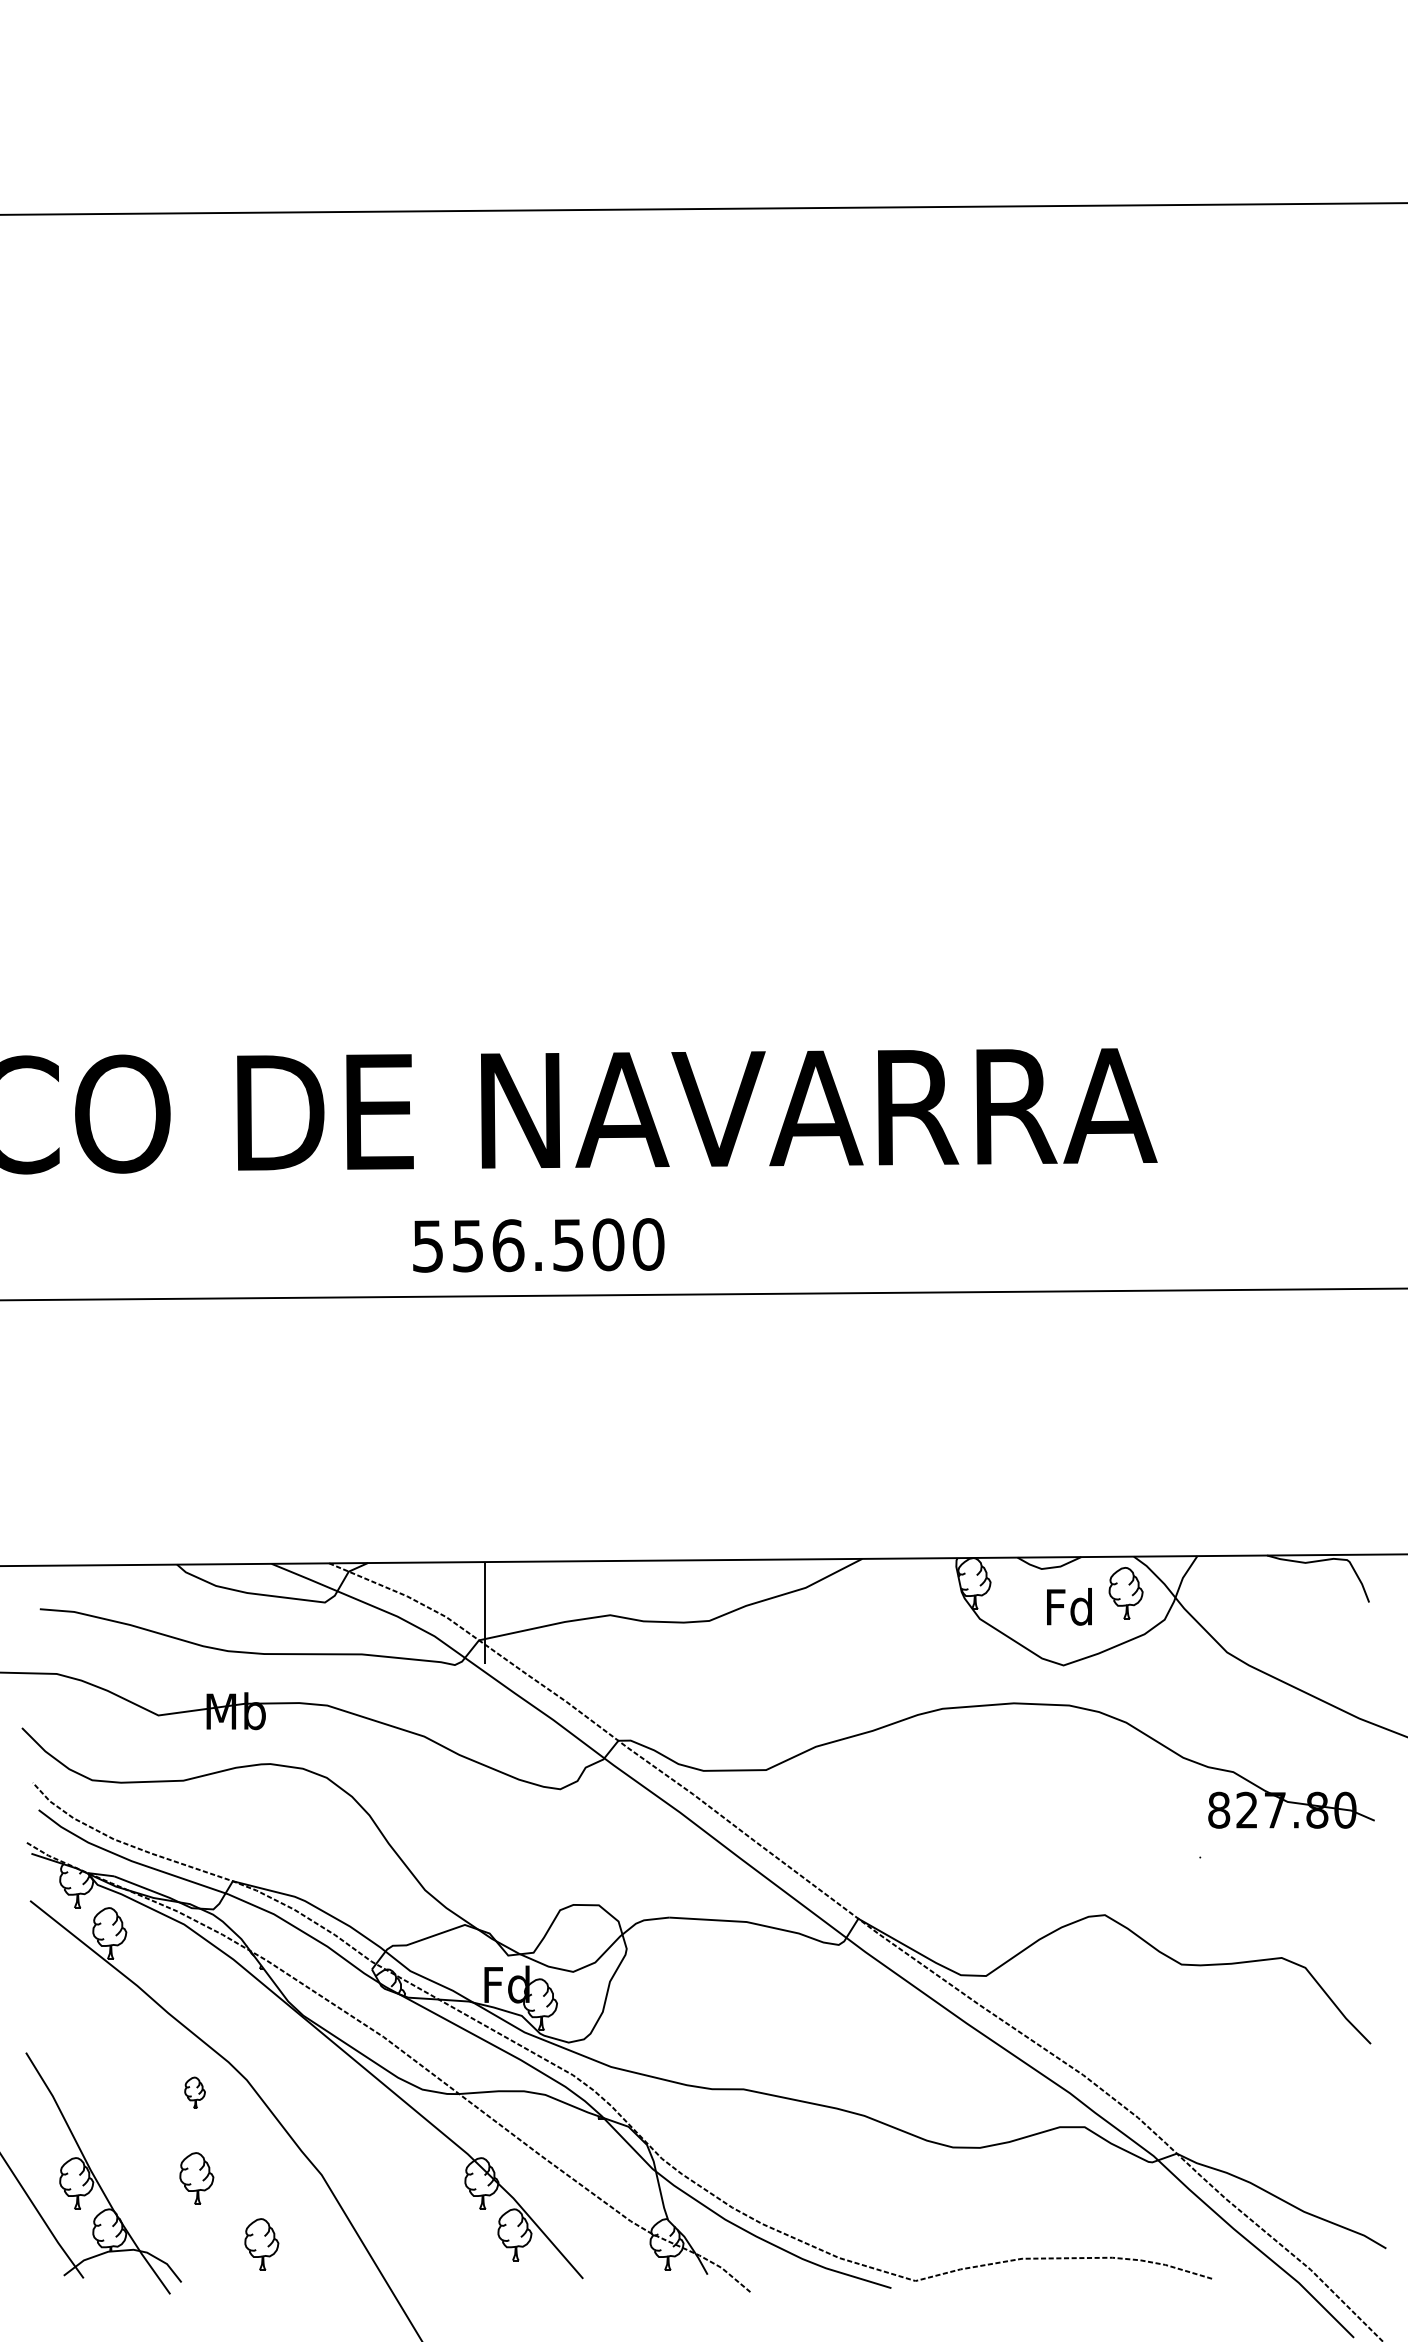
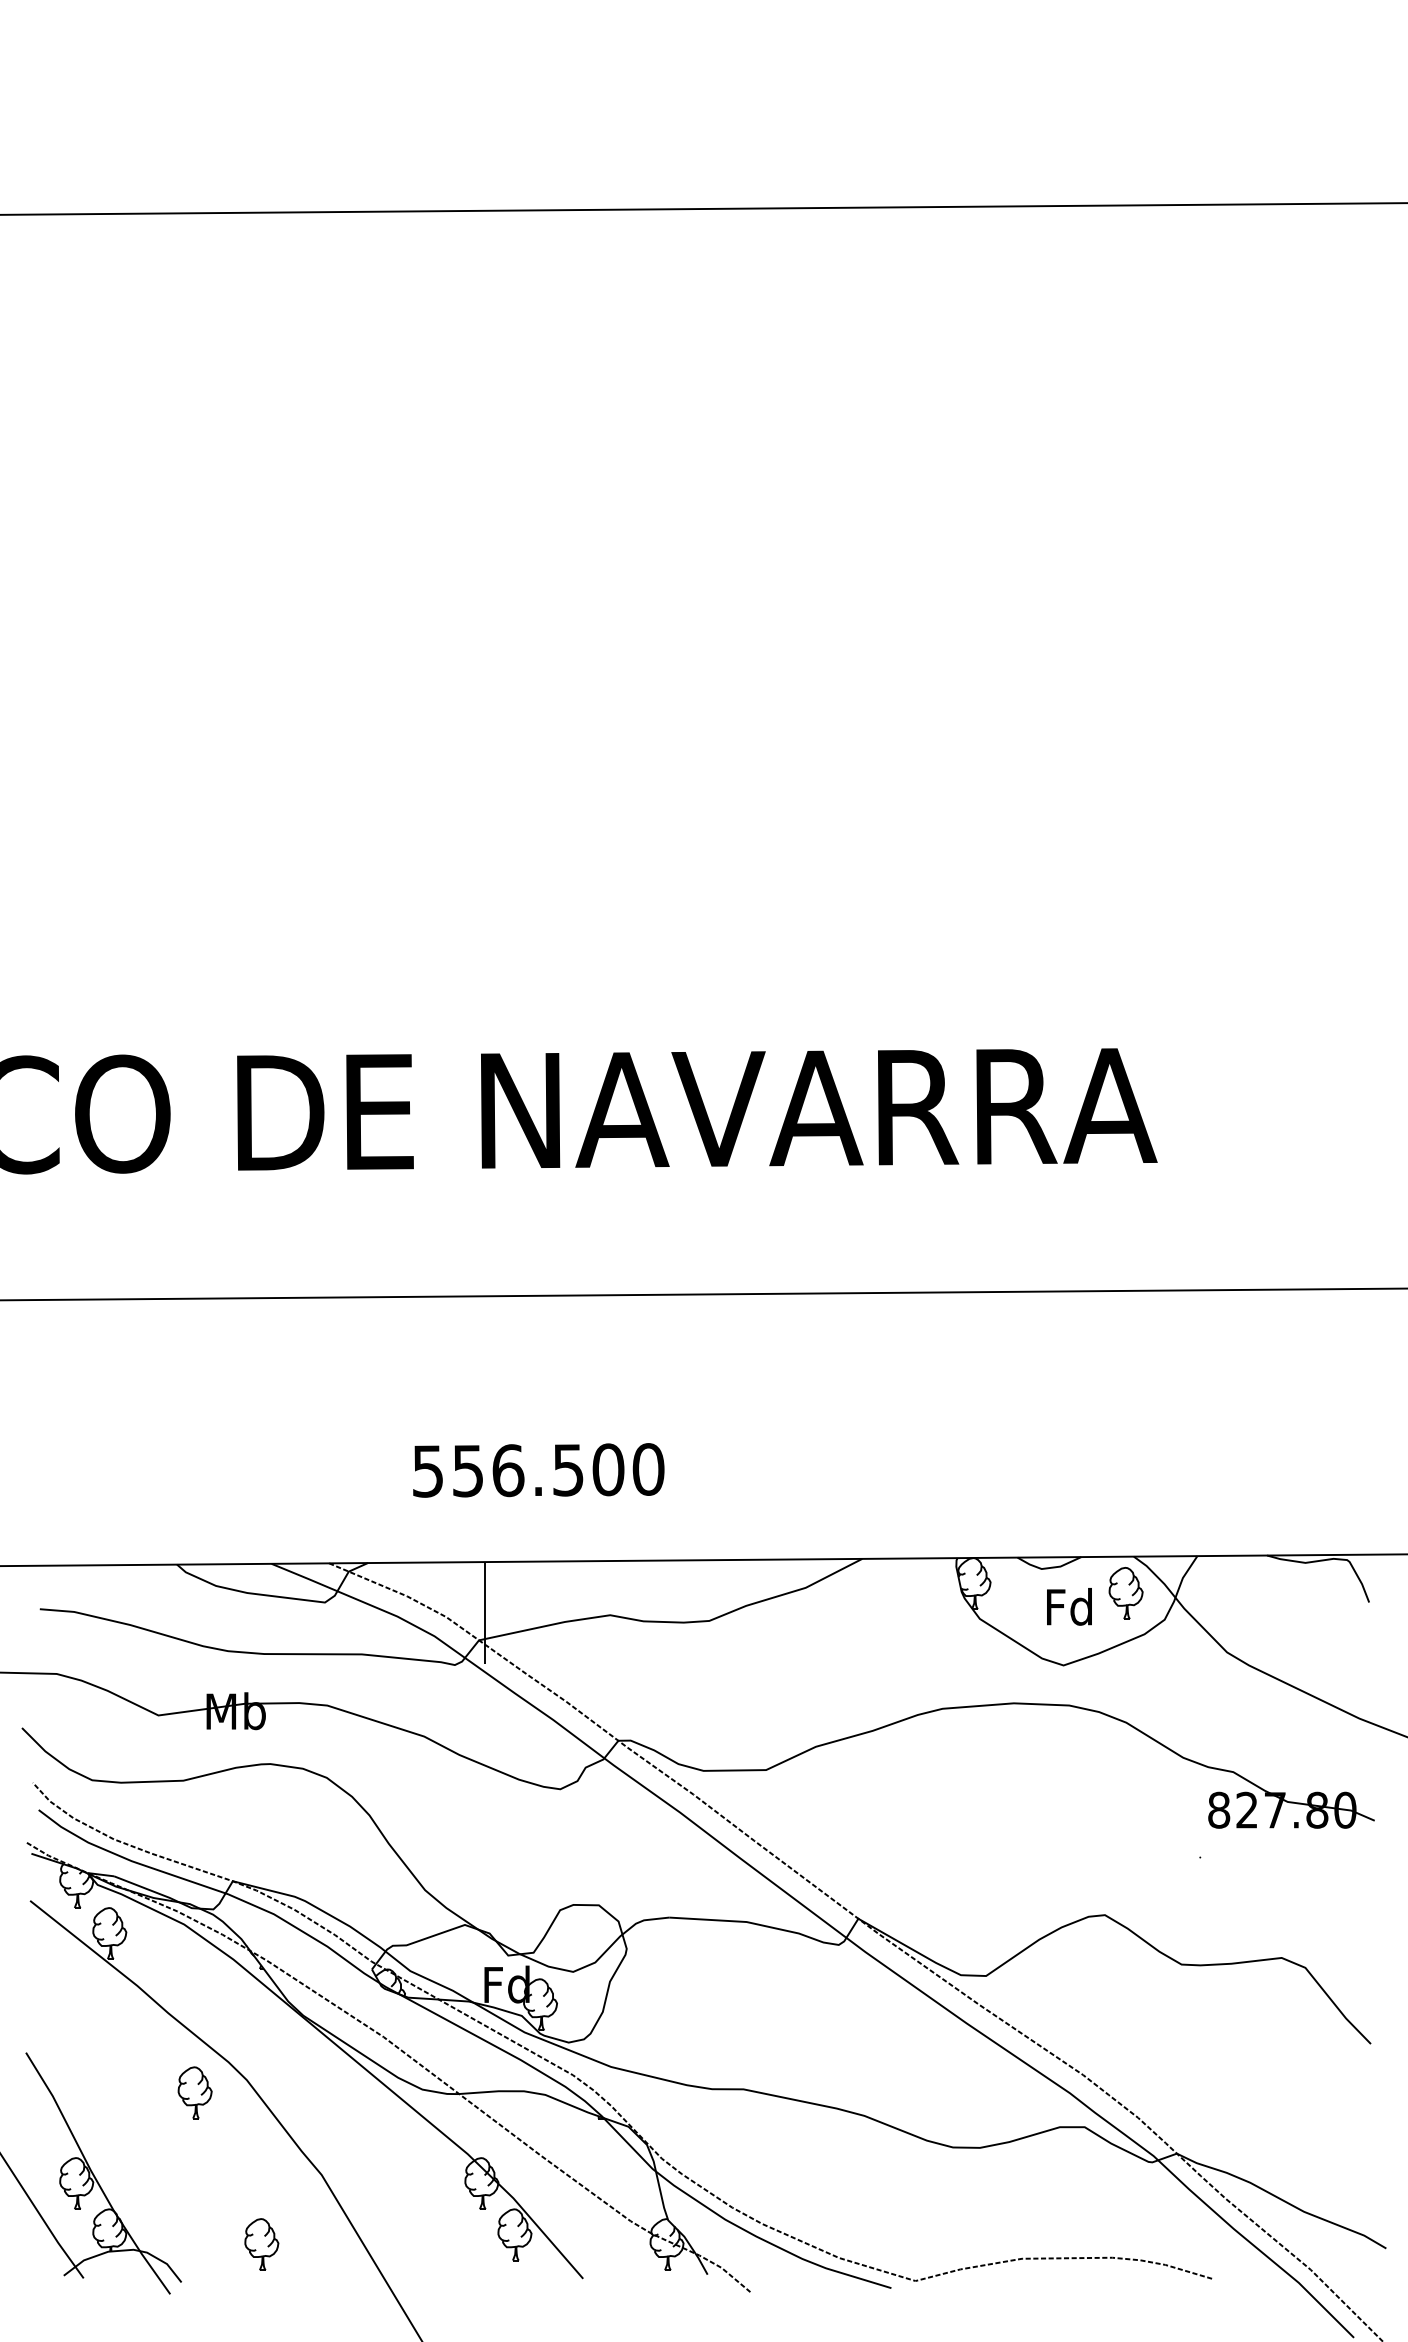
text at (538, 1245) position: (538, 1245) -> (538, 1470)
part at (194, 2092) size: 22x33 px -> 36x54 px
part at (196, 2178): present -> none
